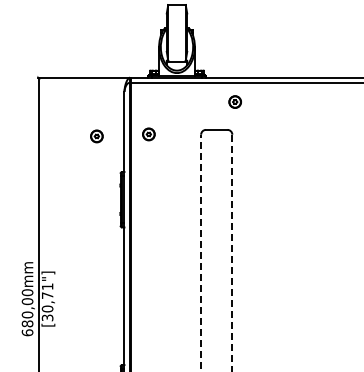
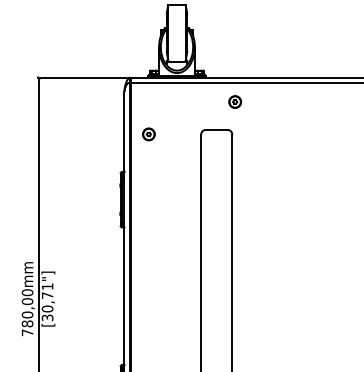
part at (96, 136): present -> none
line at (201, 252): dashed -> solid
line at (232, 253): dashed -> solid
text at (27, 332): 680,00mm -> 780,00mm
